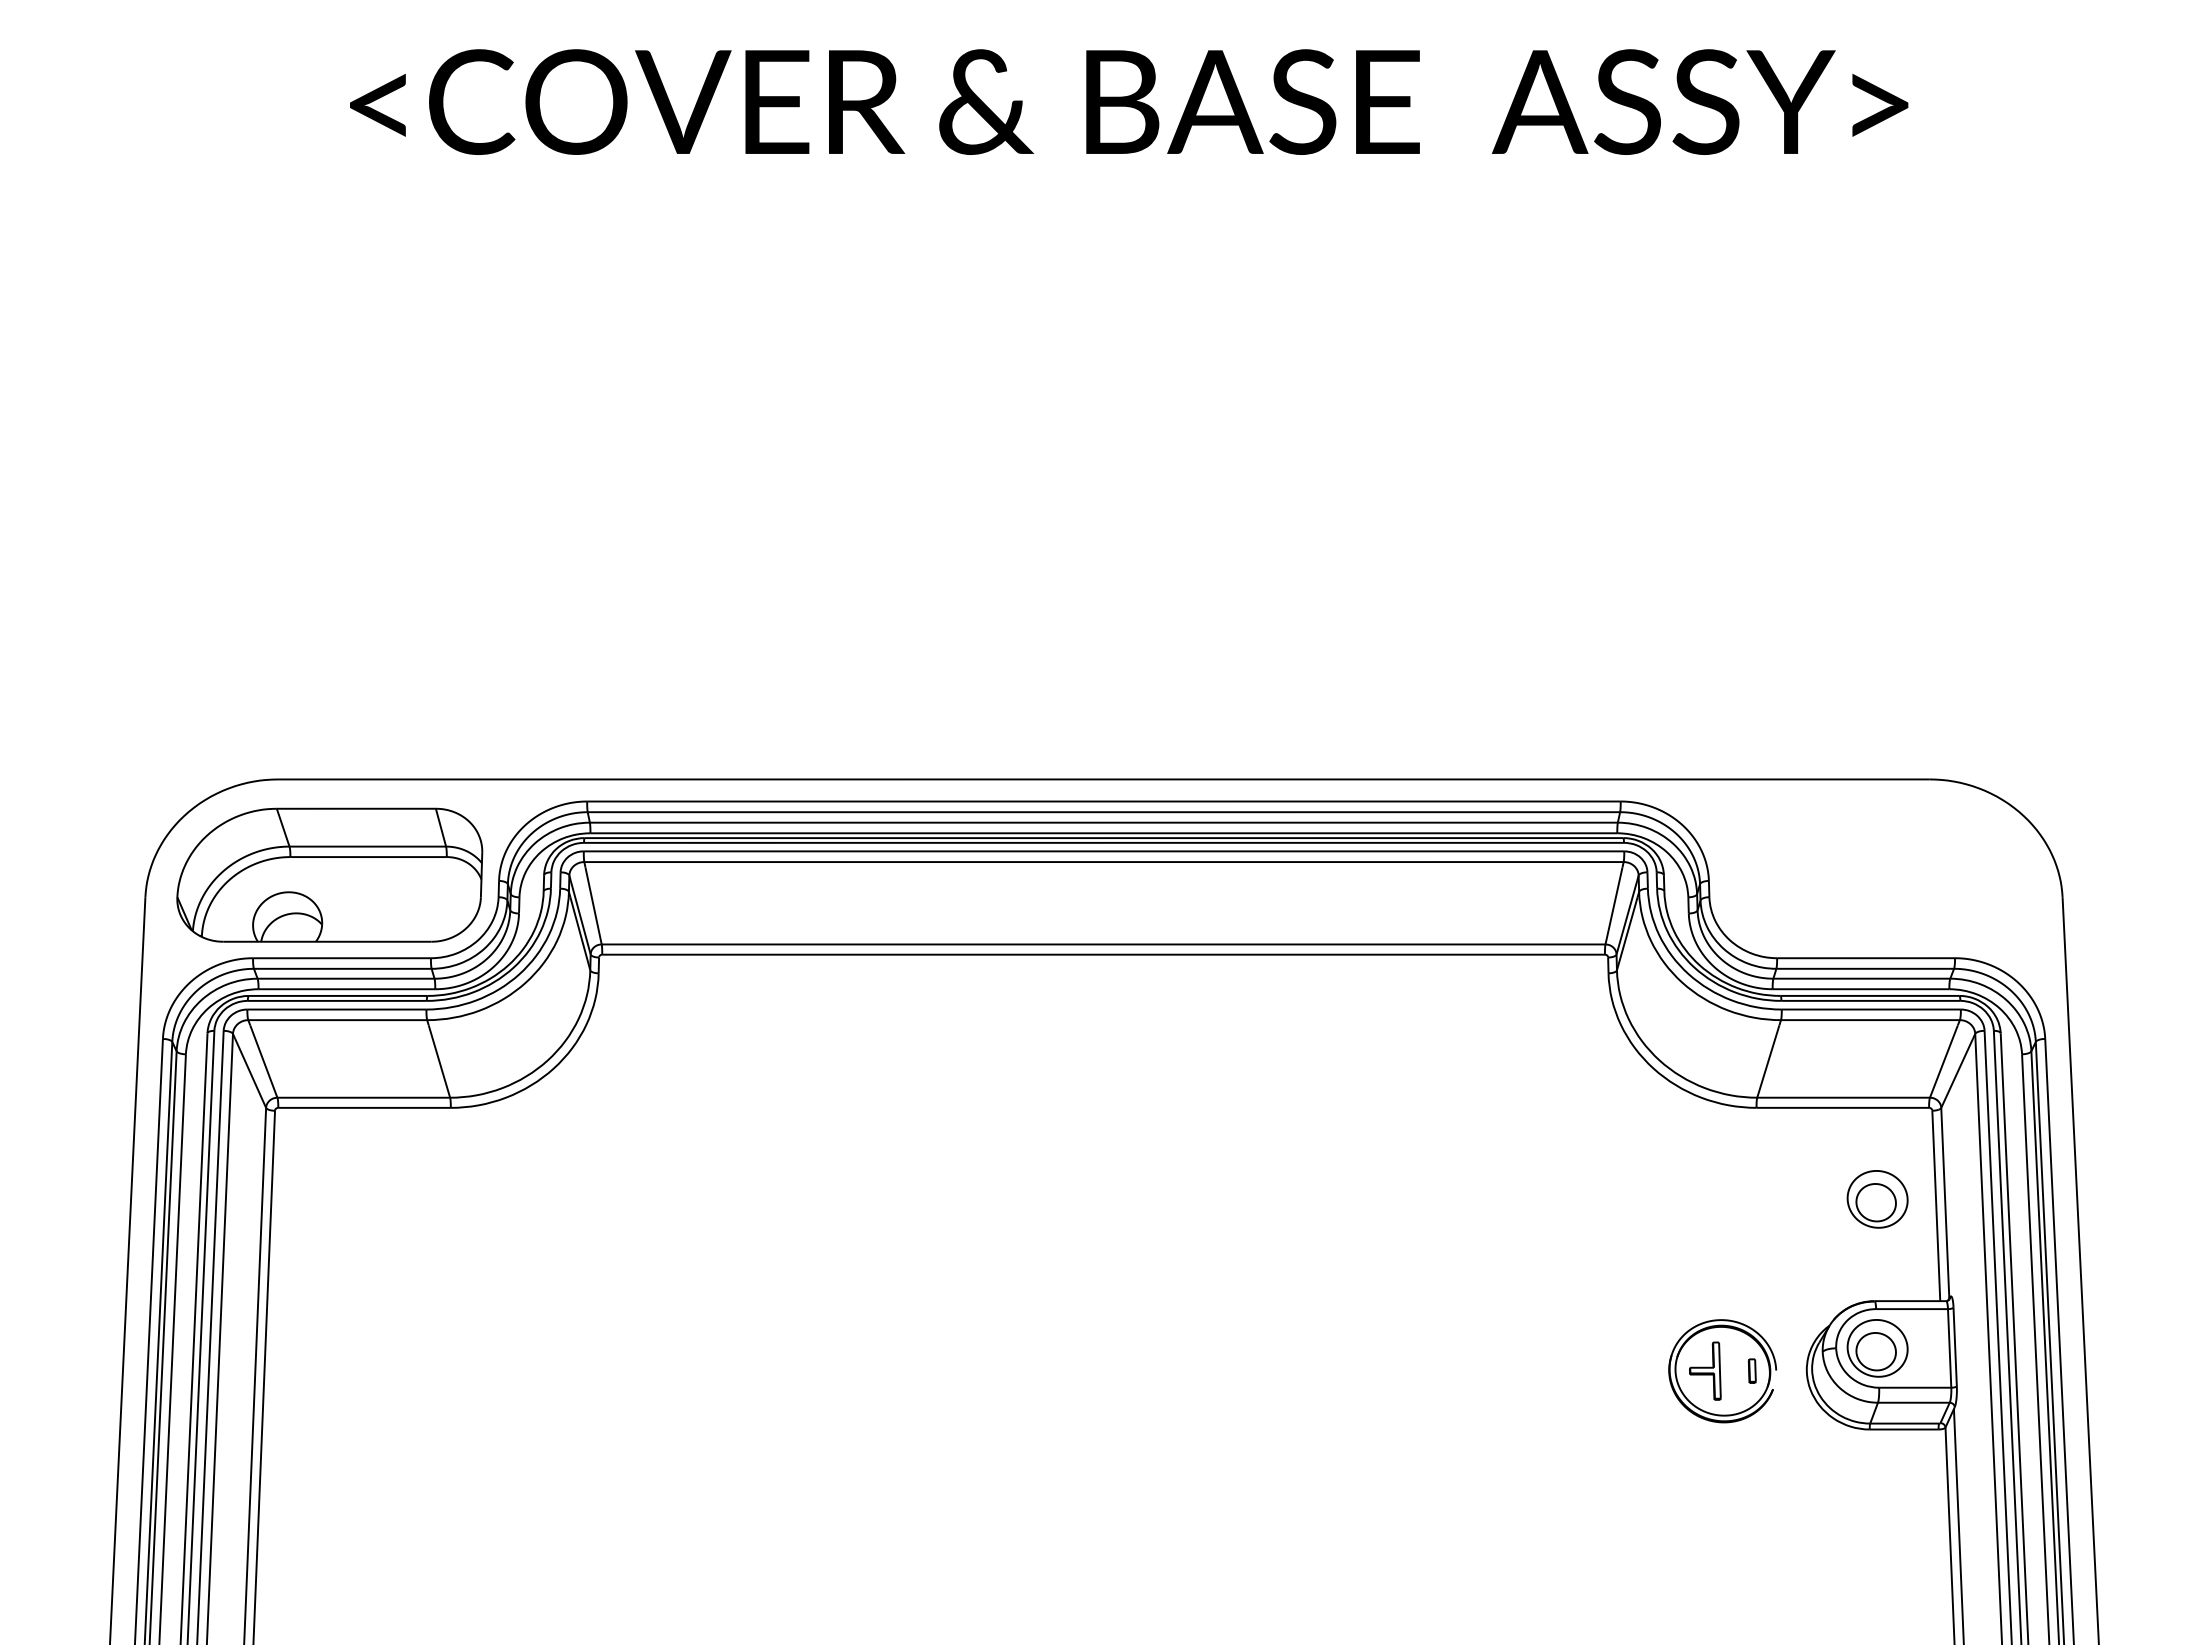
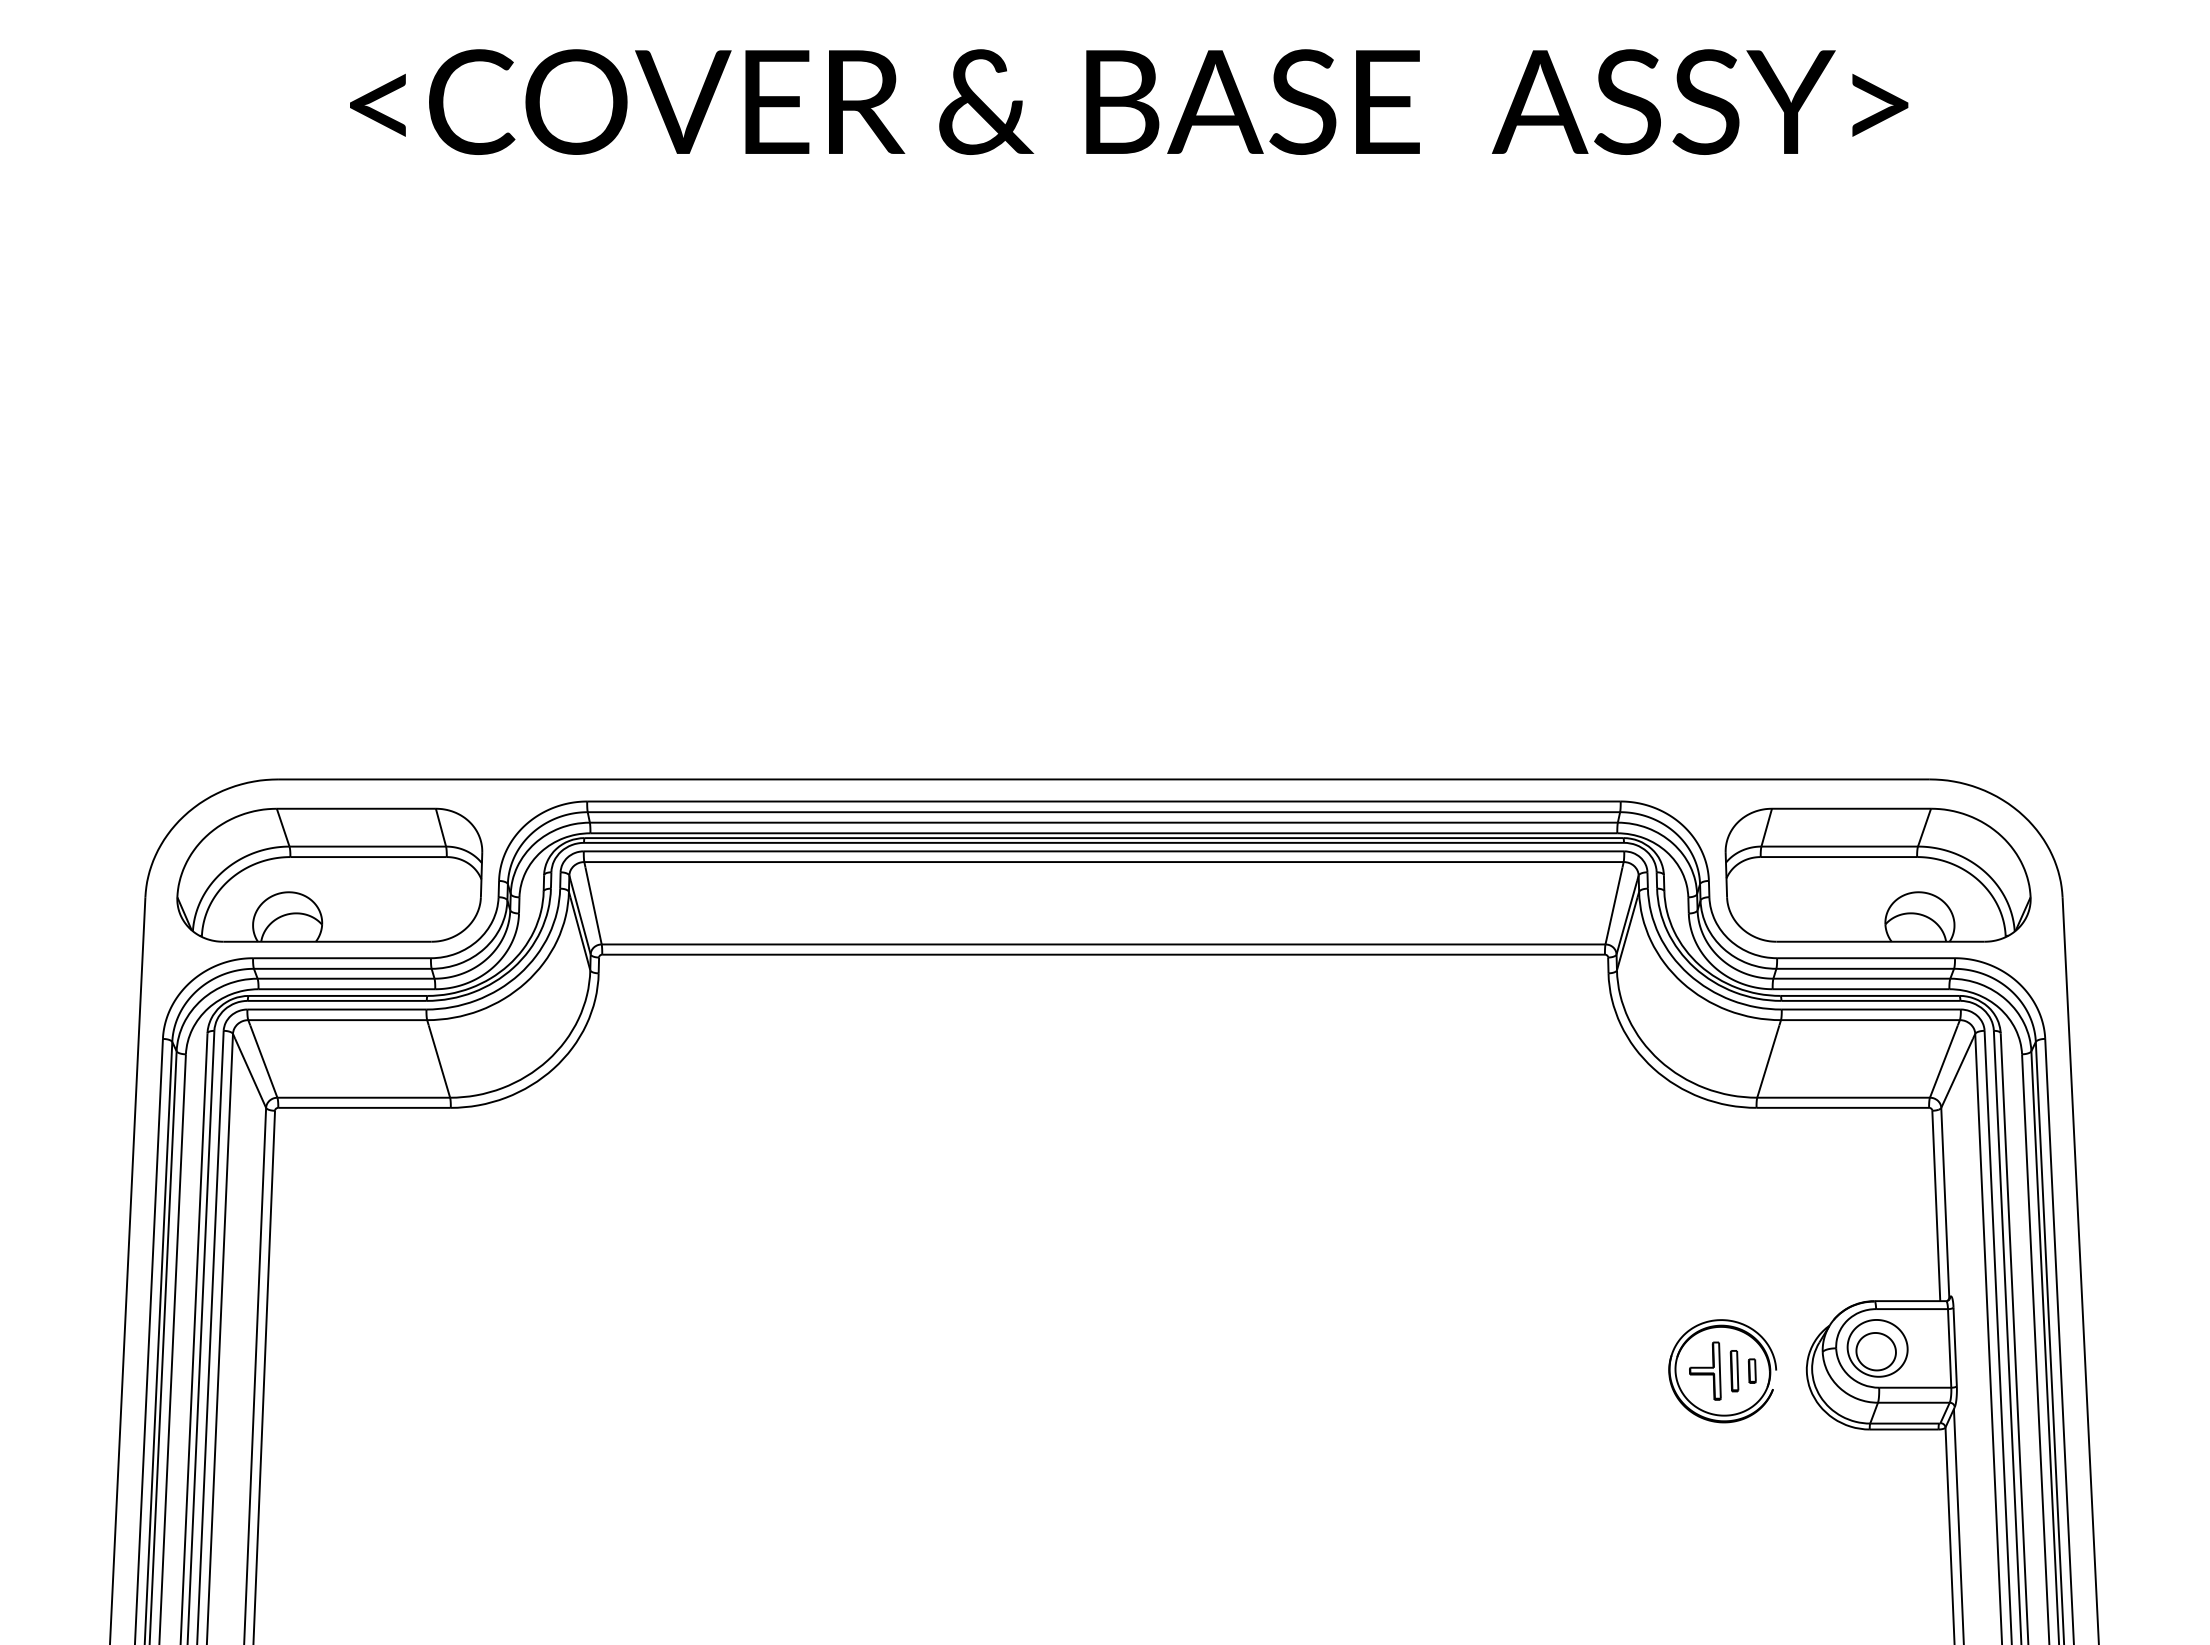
part at (1877, 874): none -> present
part at (1877, 1199): present -> none
part at (1734, 1371): none -> present
